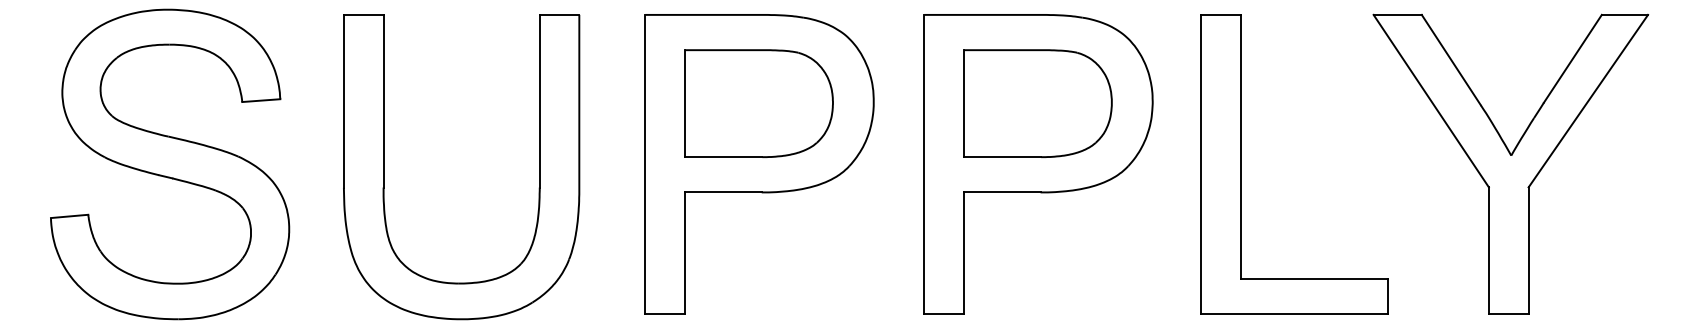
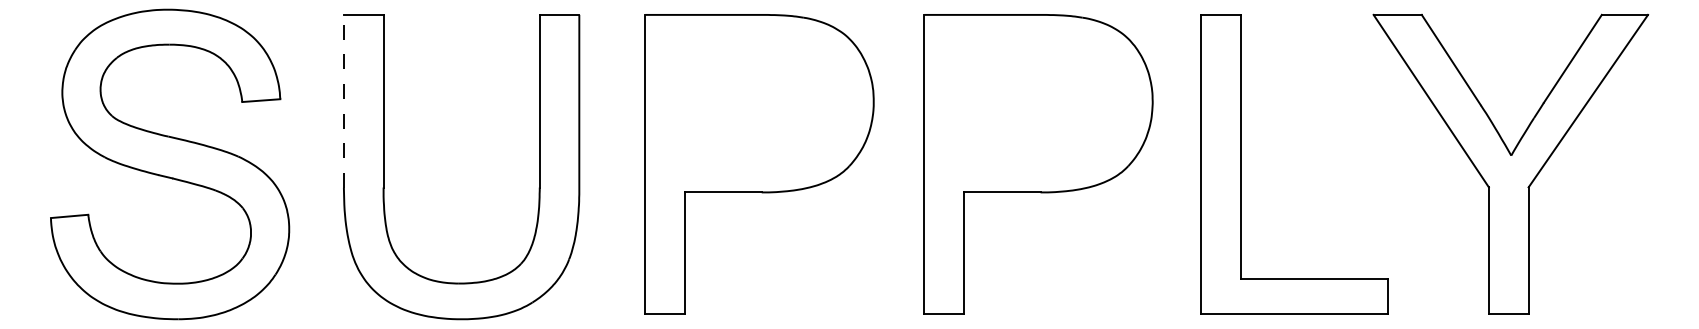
line at (343, 100): solid -> dashed
part at (758, 103): present -> none
part at (1037, 103): present -> none
